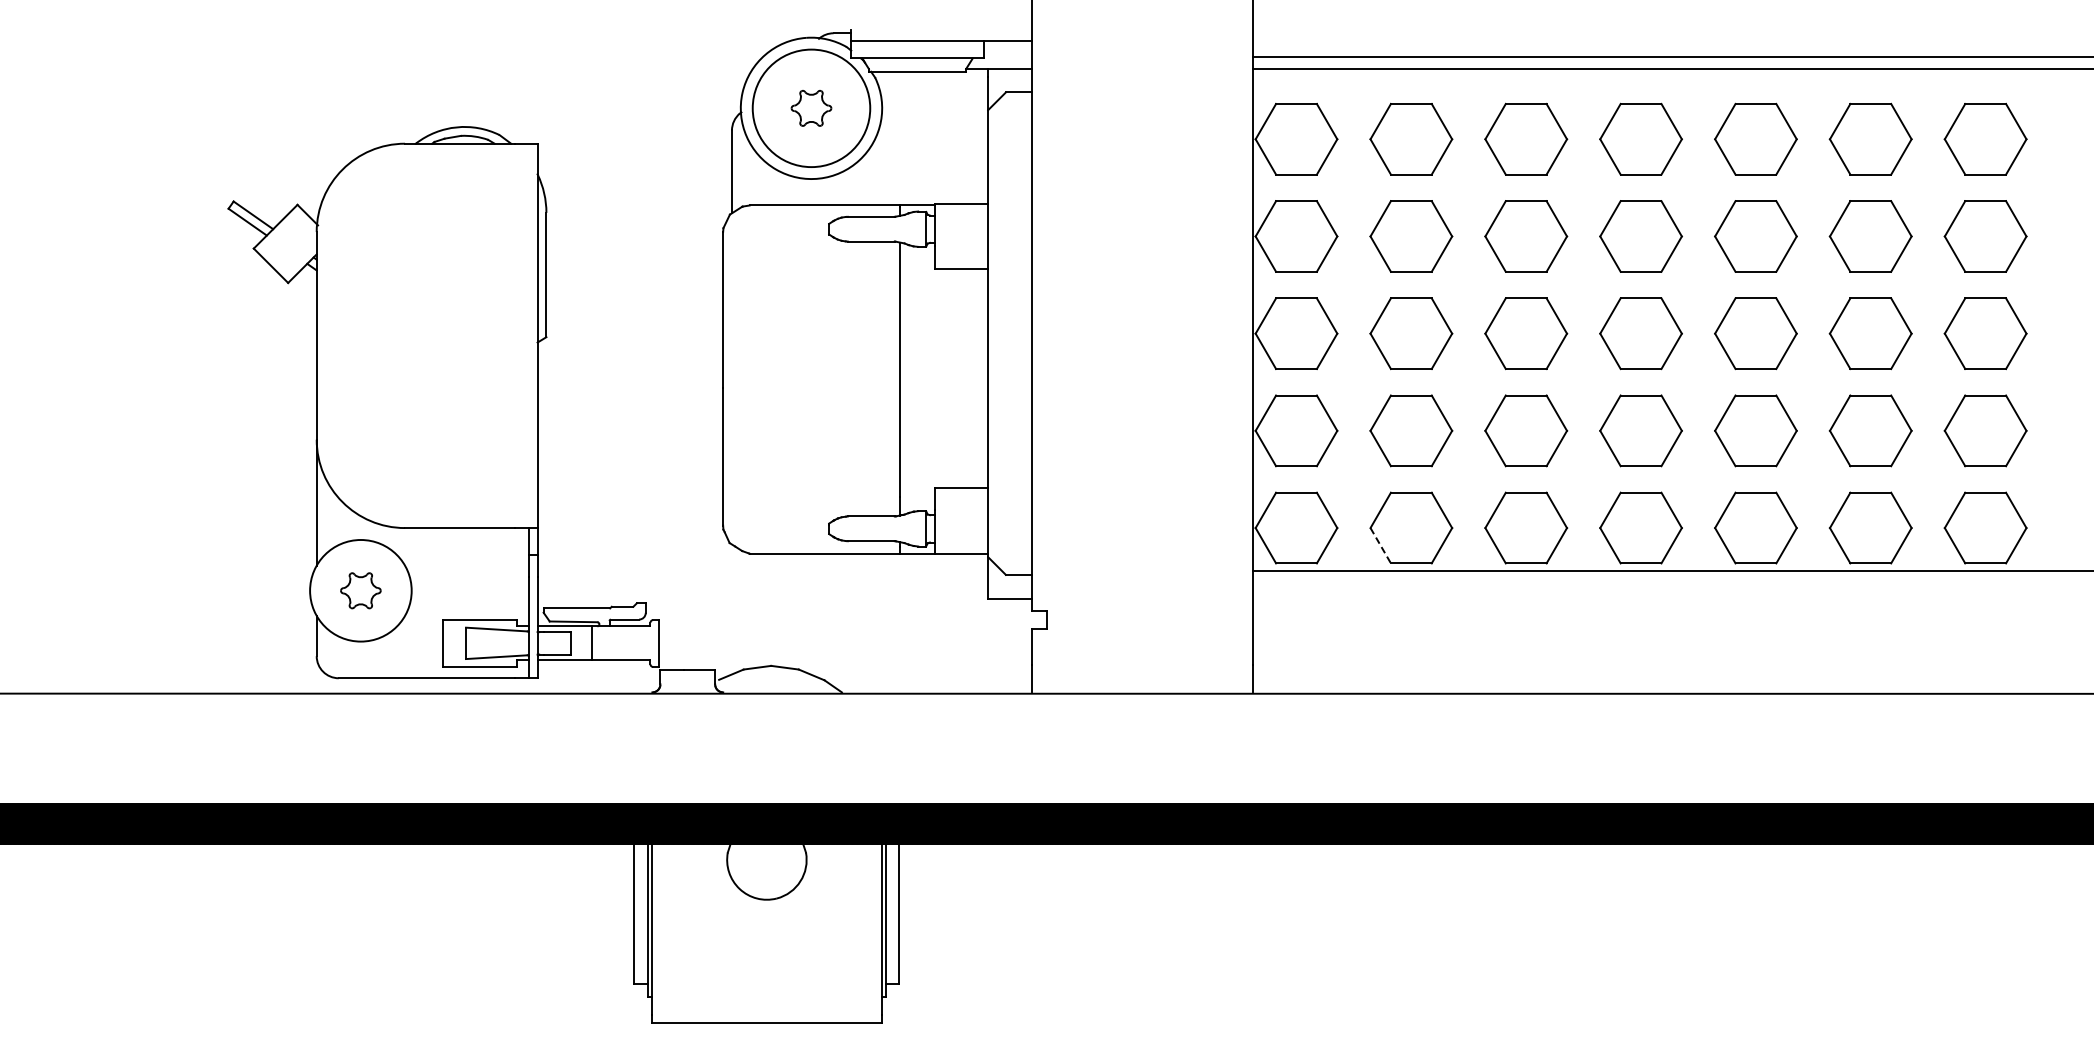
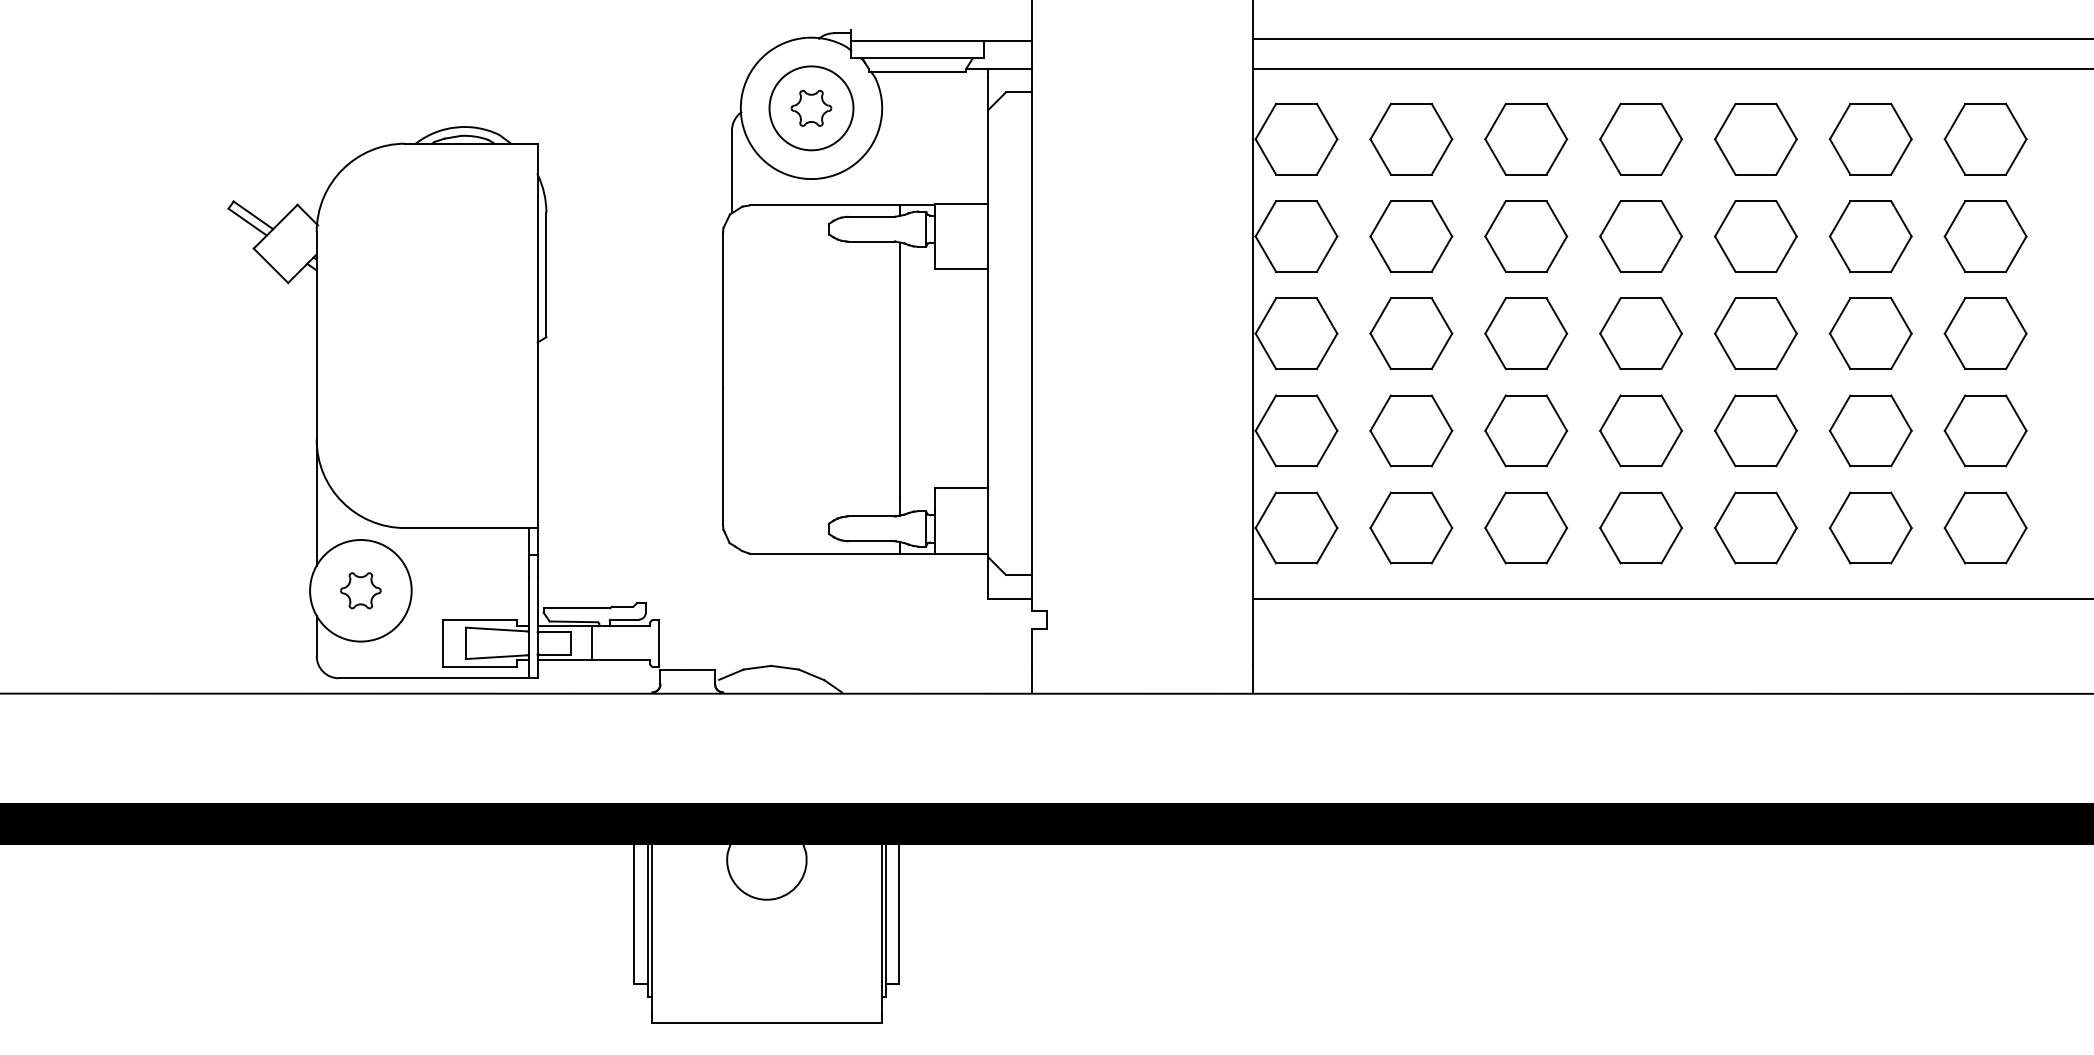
line at (1671, 56) position: (1671, 56) -> (1671, 38)
circle at (811, 108) diameter: 118 px -> 84 px
line at (1380, 546): dashed -> solid
line at (1671, 570) position: (1671, 570) -> (1671, 598)
